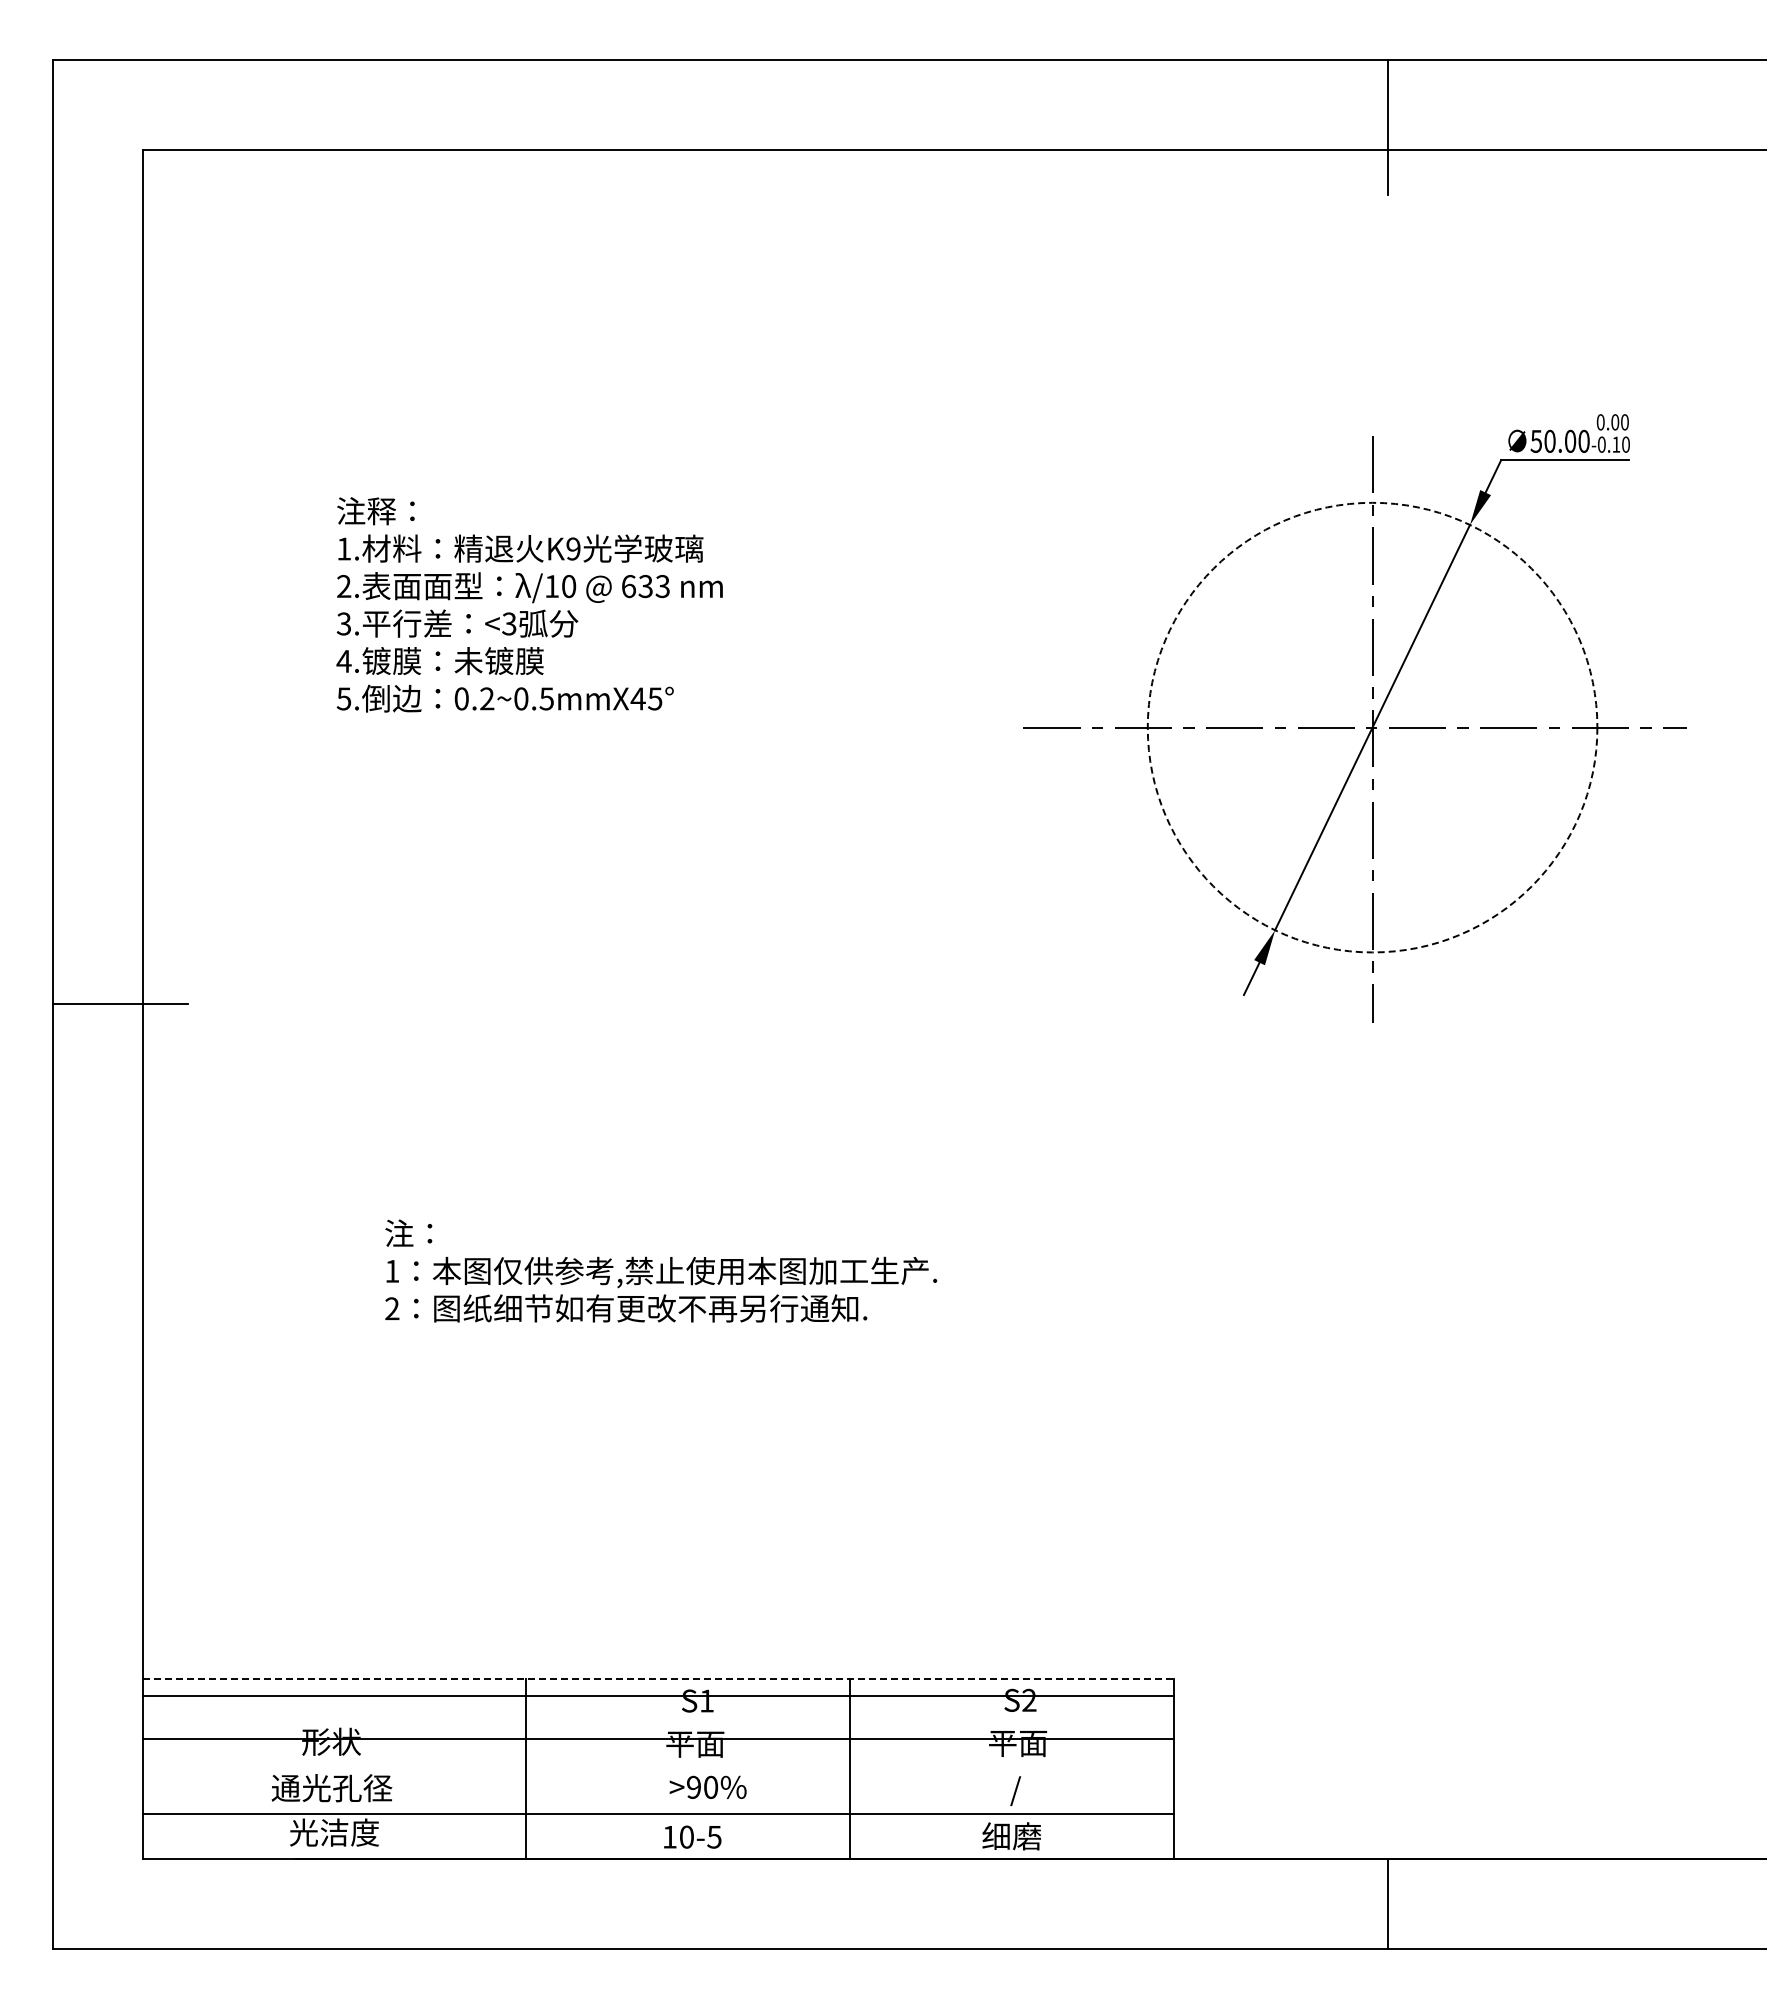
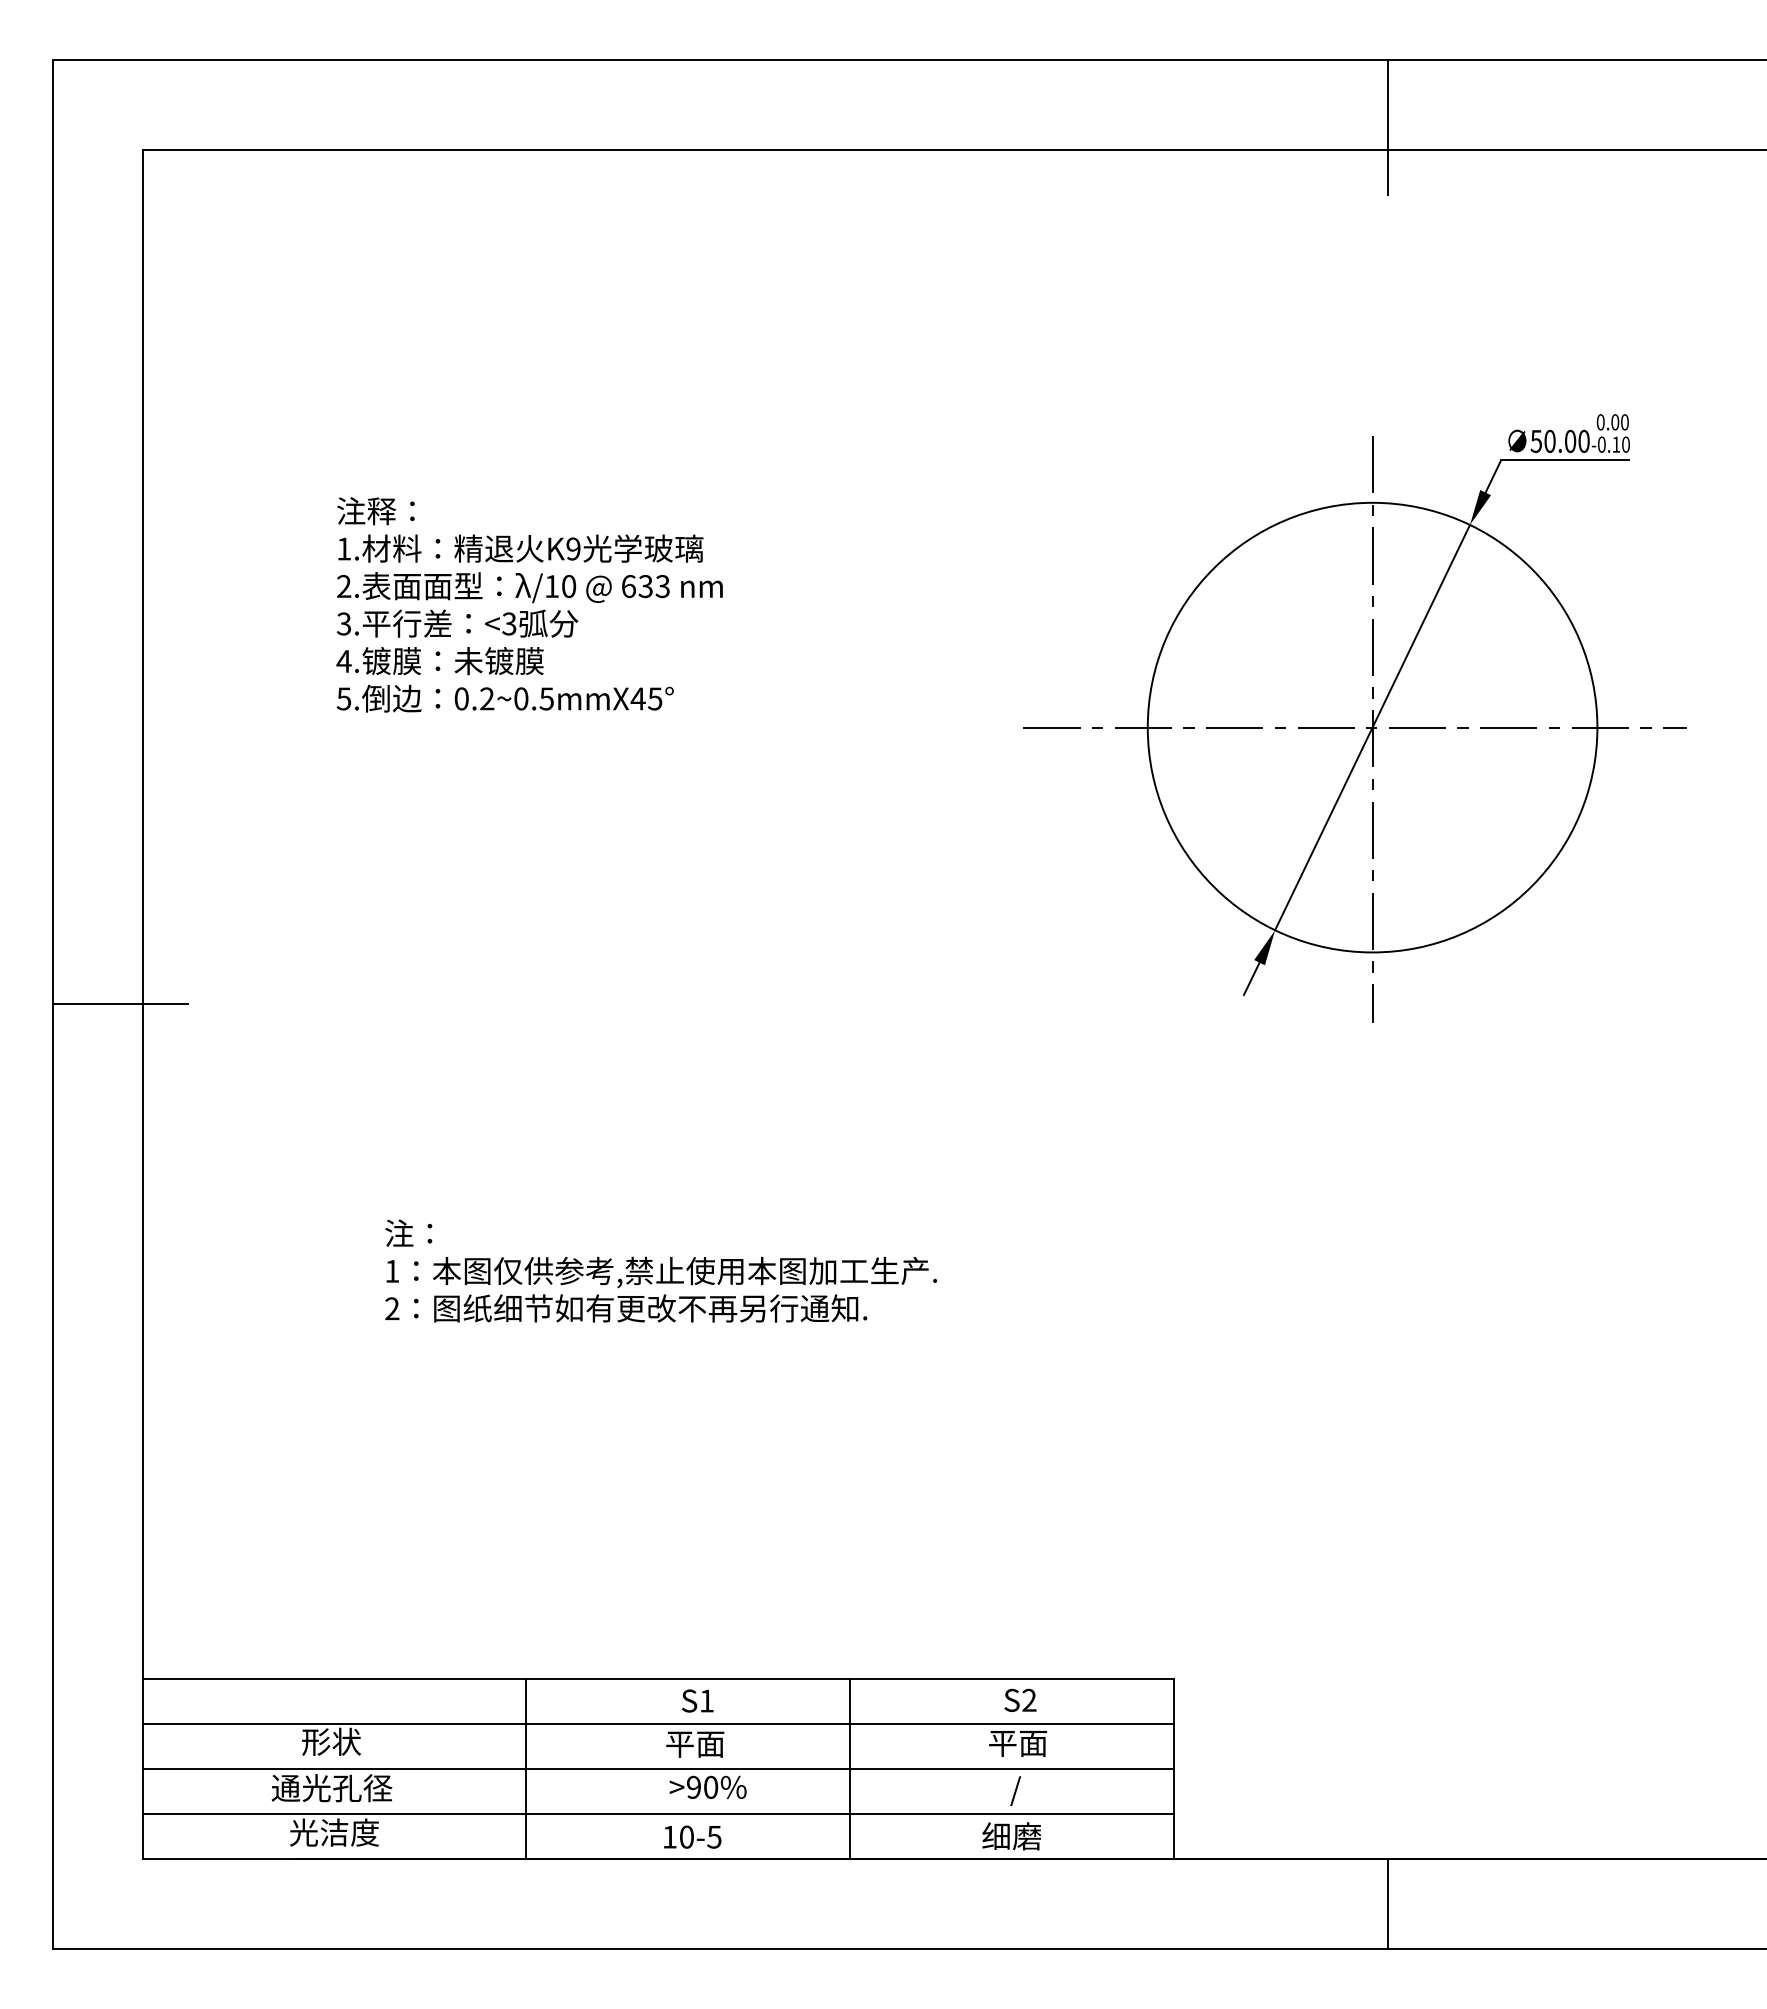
circle at (1372, 727): dashed -> solid
line at (658, 1678): dashed -> solid
line at (657, 1695) position: (657, 1695) -> (657, 1723)
line at (657, 1738) position: (657, 1738) -> (657, 1768)
